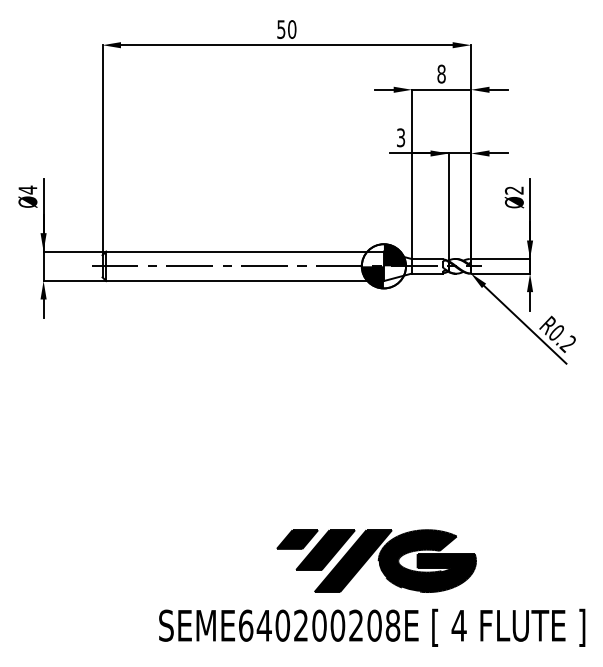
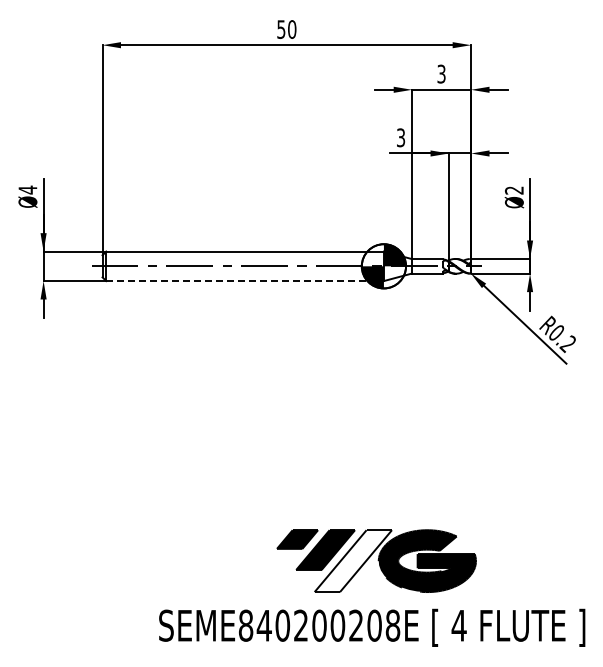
text at (441, 73): 8 -> 3
line at (245, 281): solid -> dashed
fill at (352, 561): present -> none
text at (245, 625): SEME640200208E -> SEME840200208E
